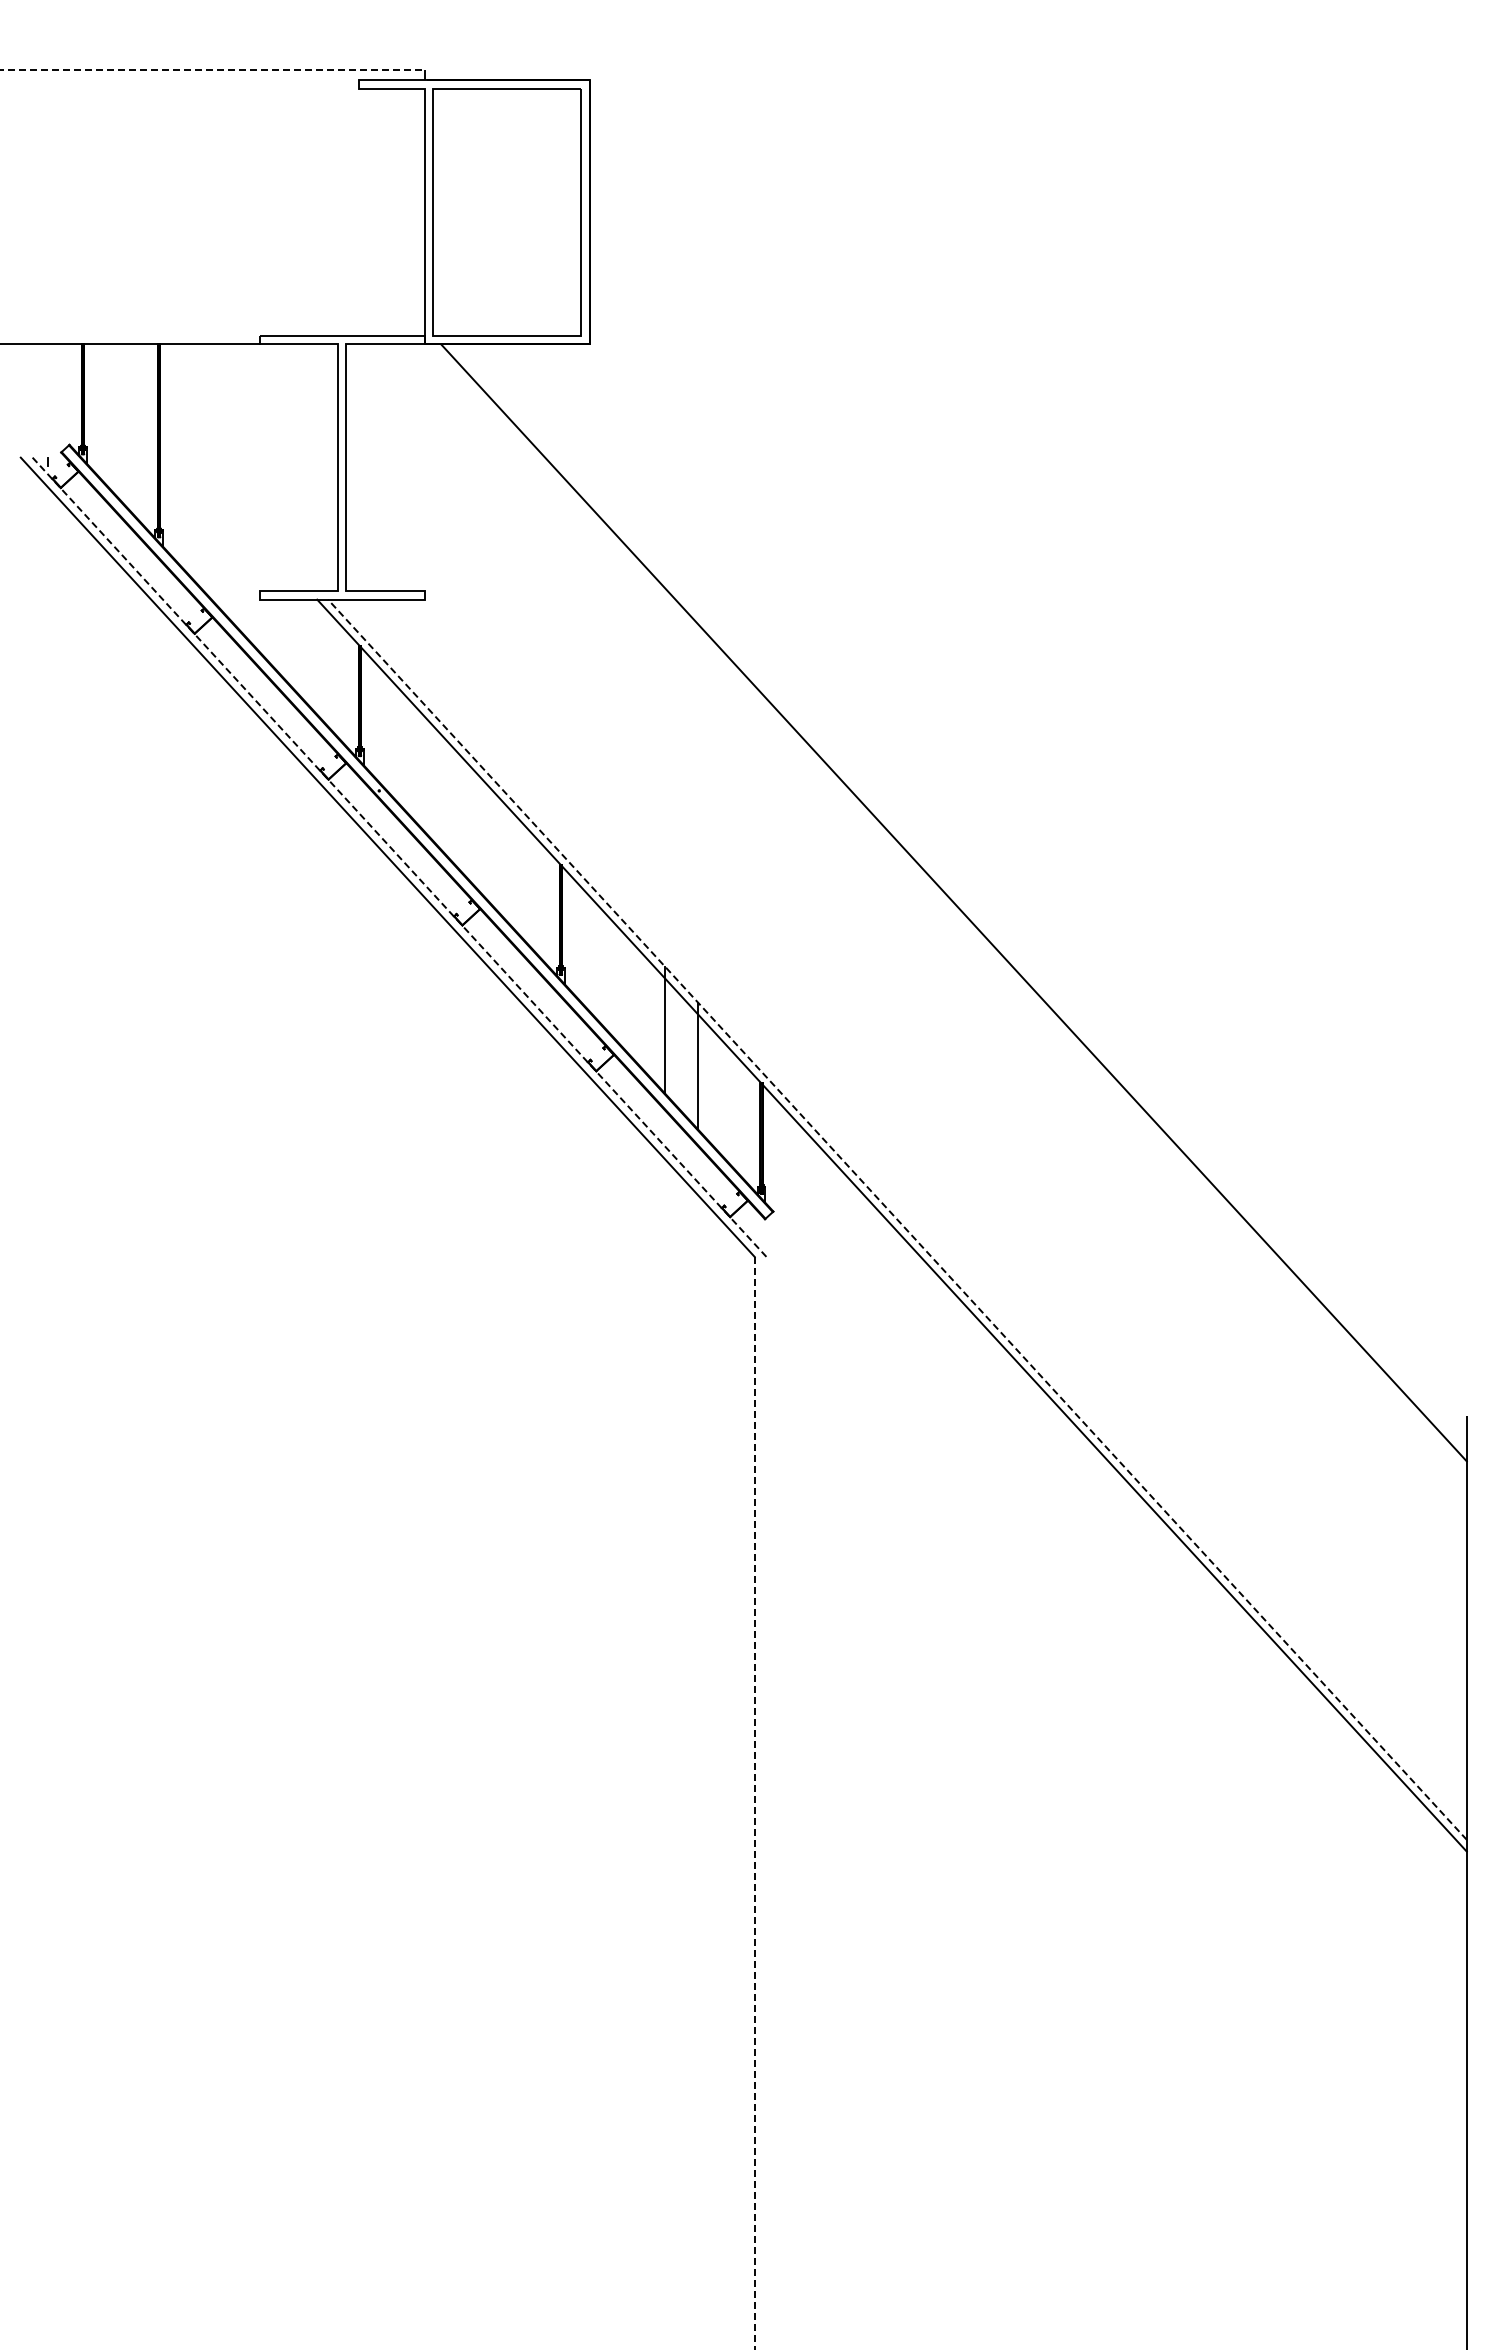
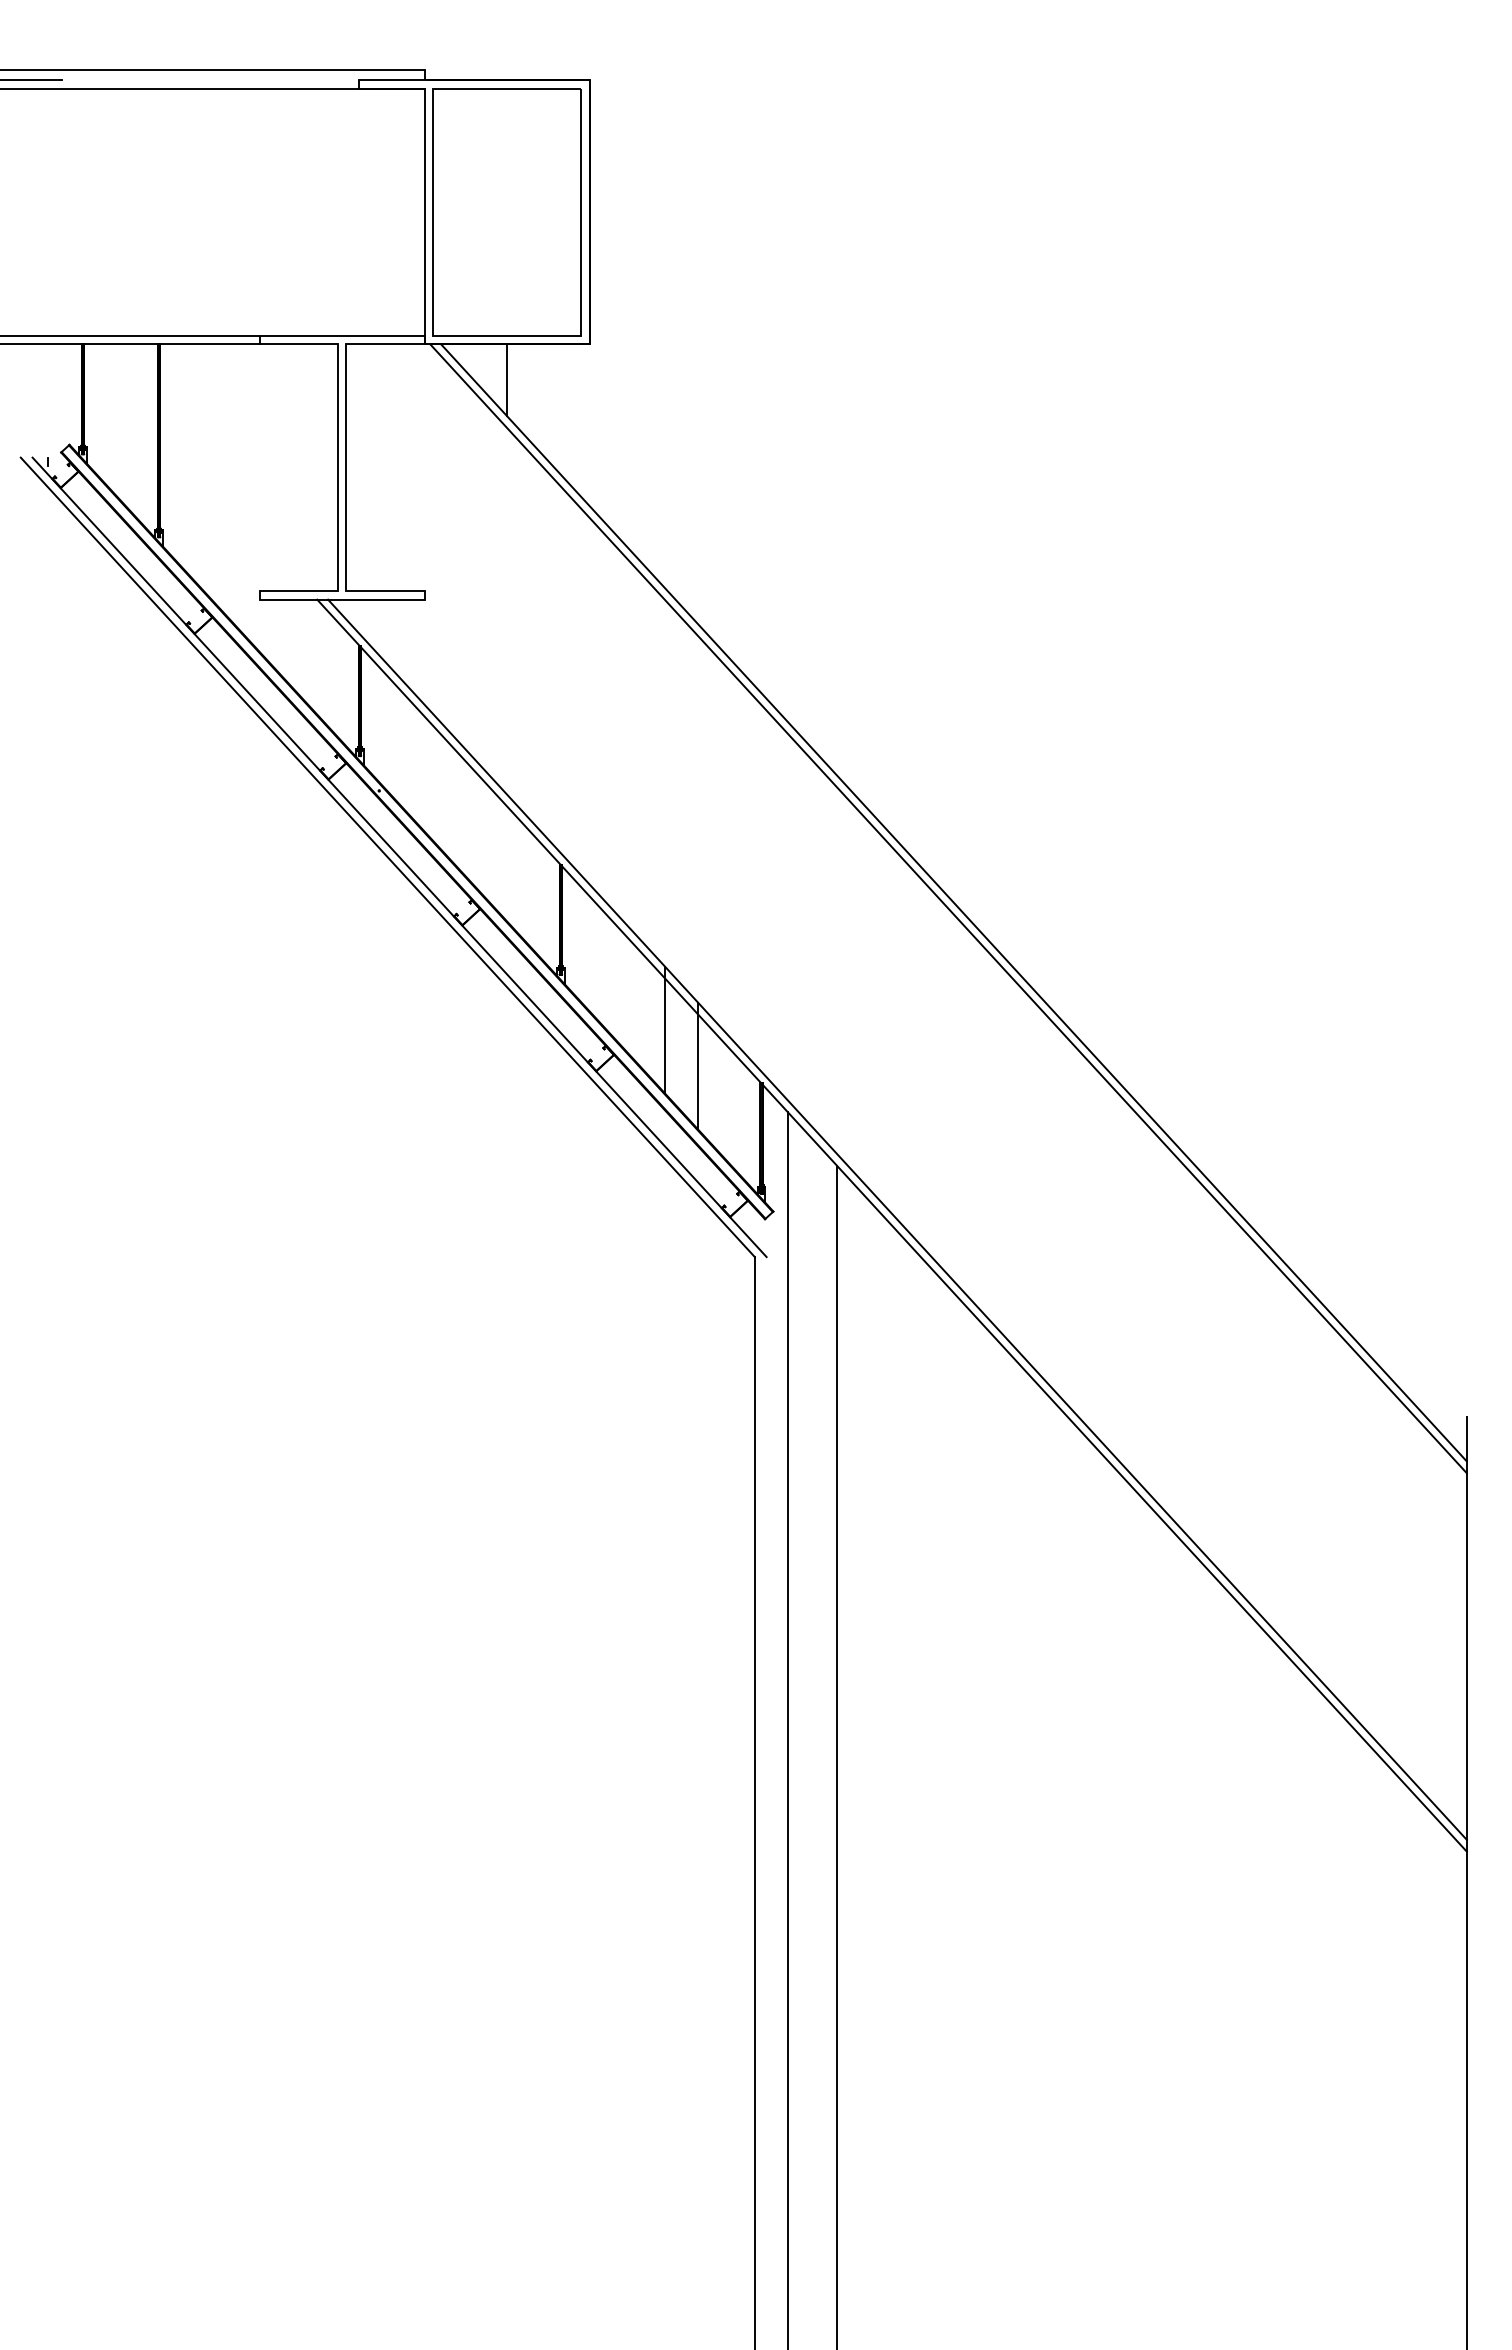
line at (212, 70): dashed -> solid
line at (31, 80): none -> present
line at (213, 88): none -> present
line at (130, 335): none -> present
line at (507, 380): none -> present
line at (399, 857): dashed -> solid
line at (948, 908): none -> present
line at (897, 1219): dashed -> solid
line at (787, 1728): none -> present
line at (837, 1755): none -> present
line at (754, 1803): dashed -> solid
